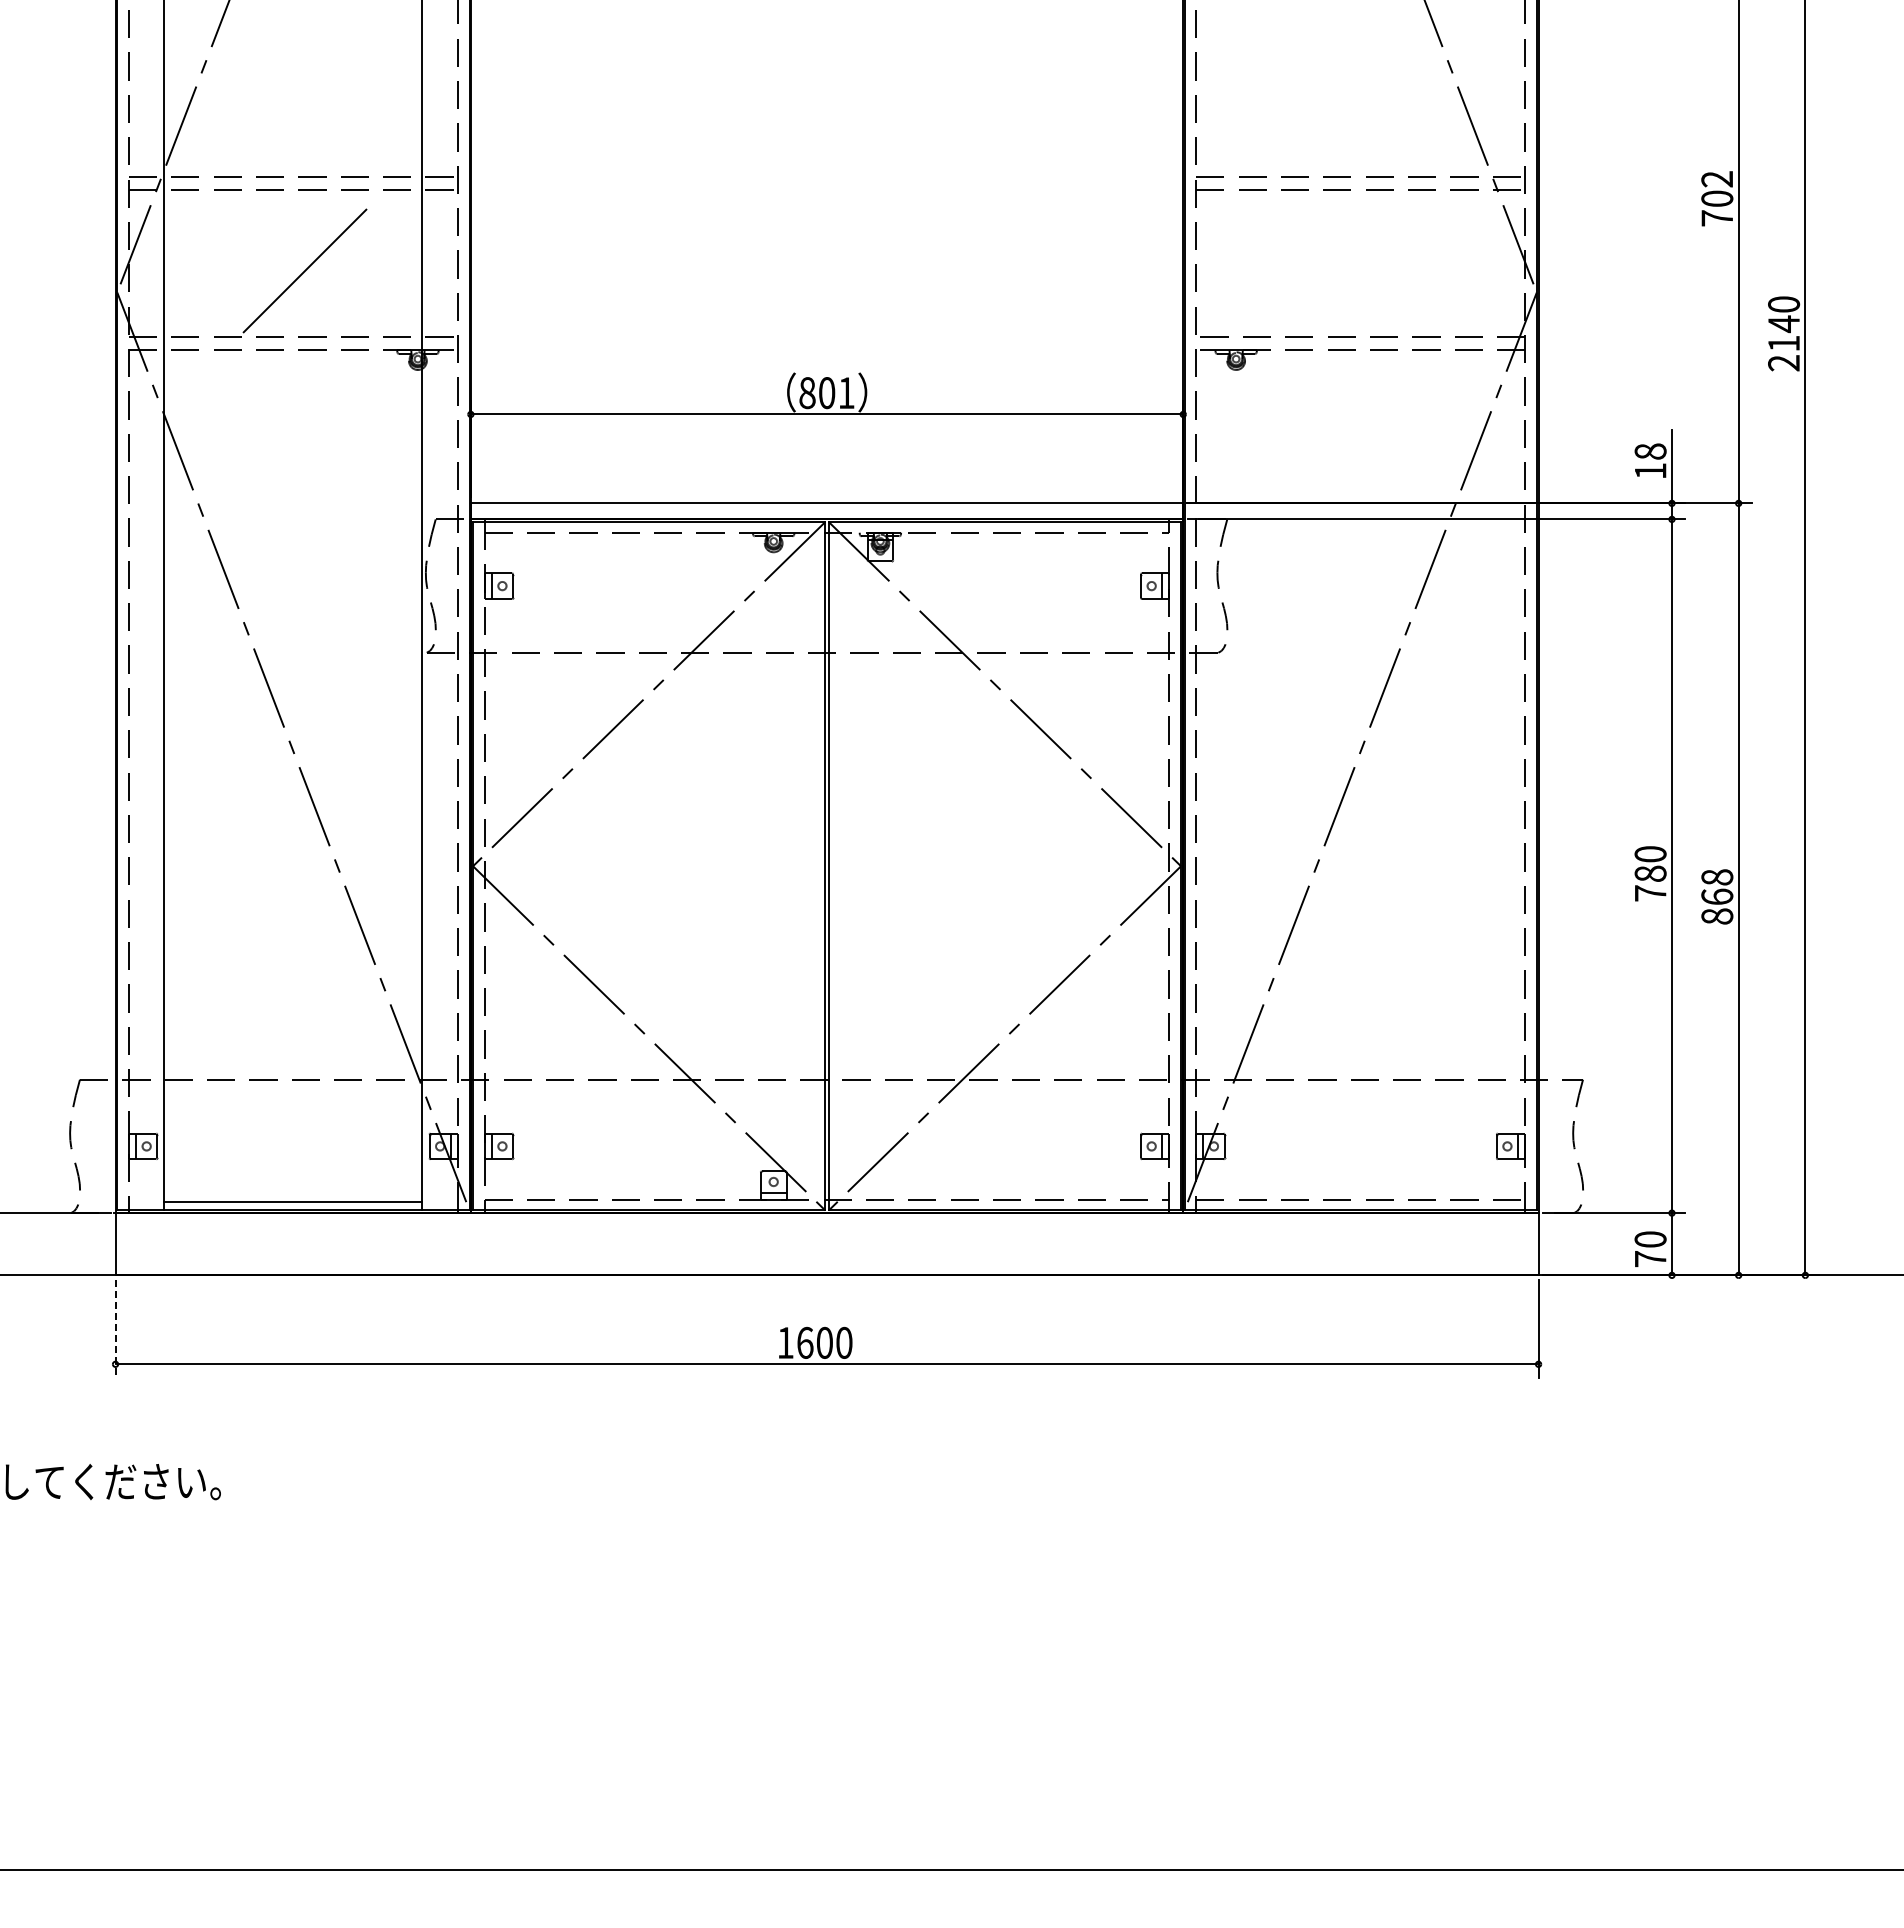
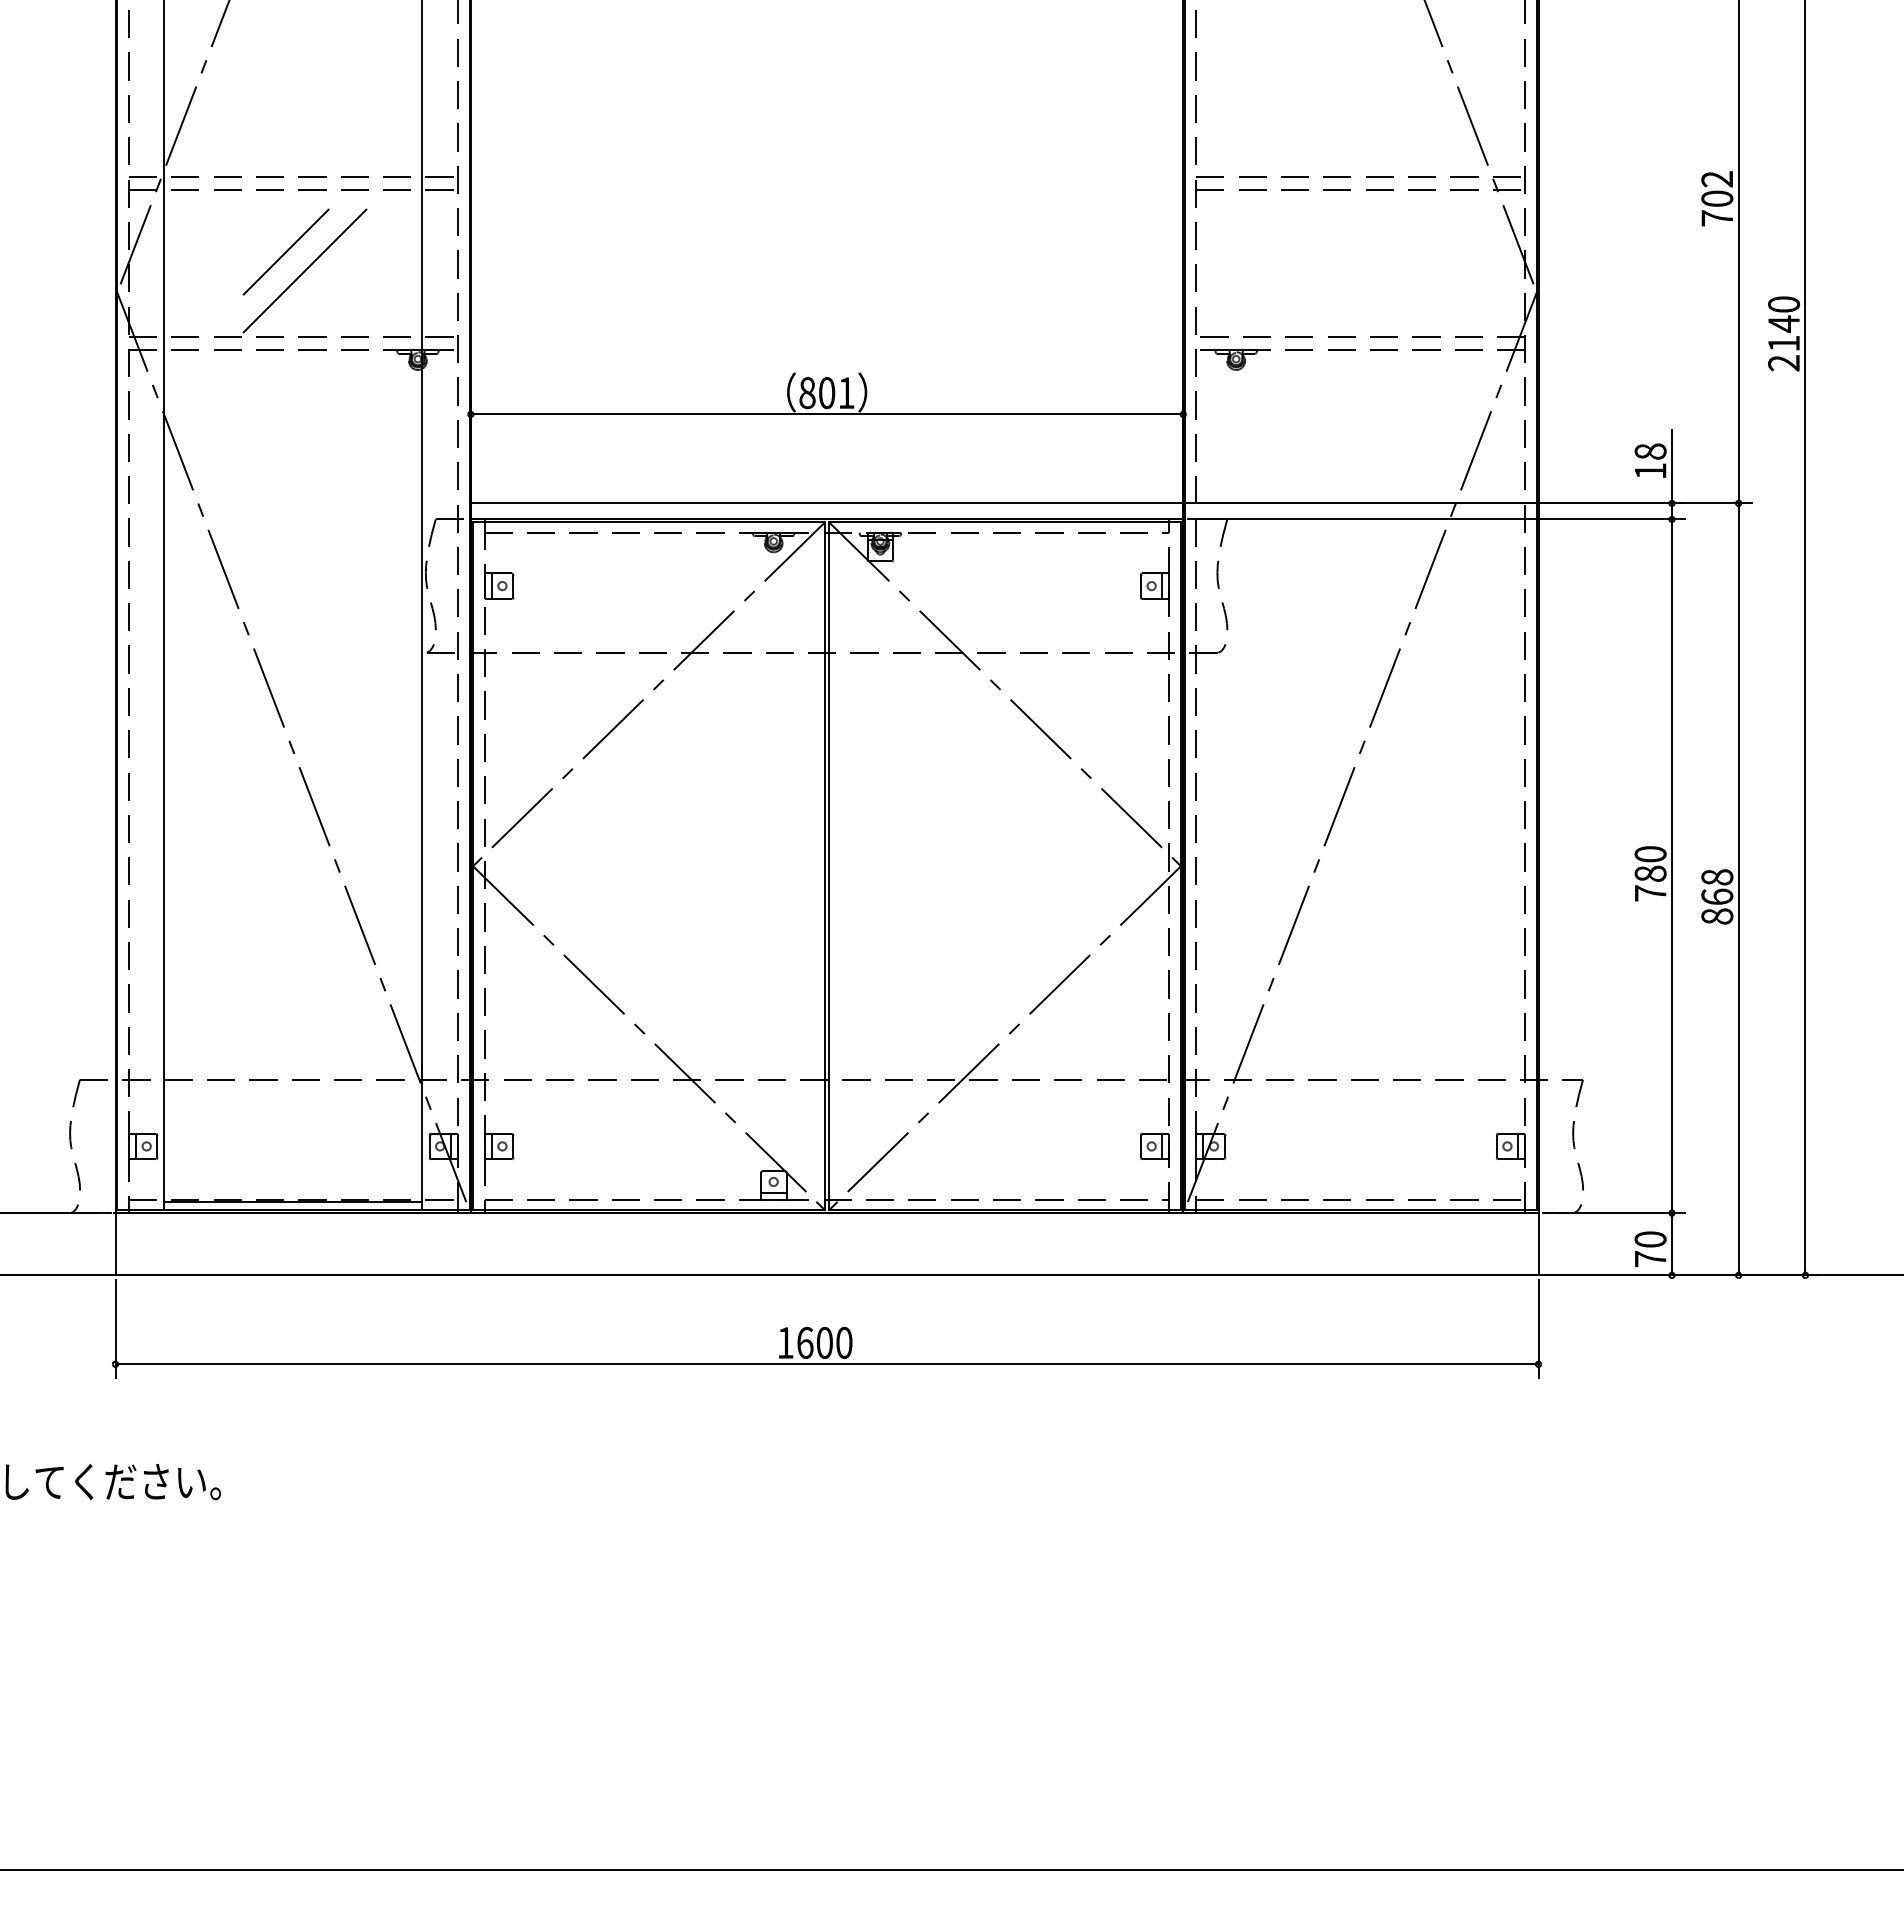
line at (285, 251): none -> present
line at (292, 1199): none -> present
line at (115, 1328): dashed -> solid
